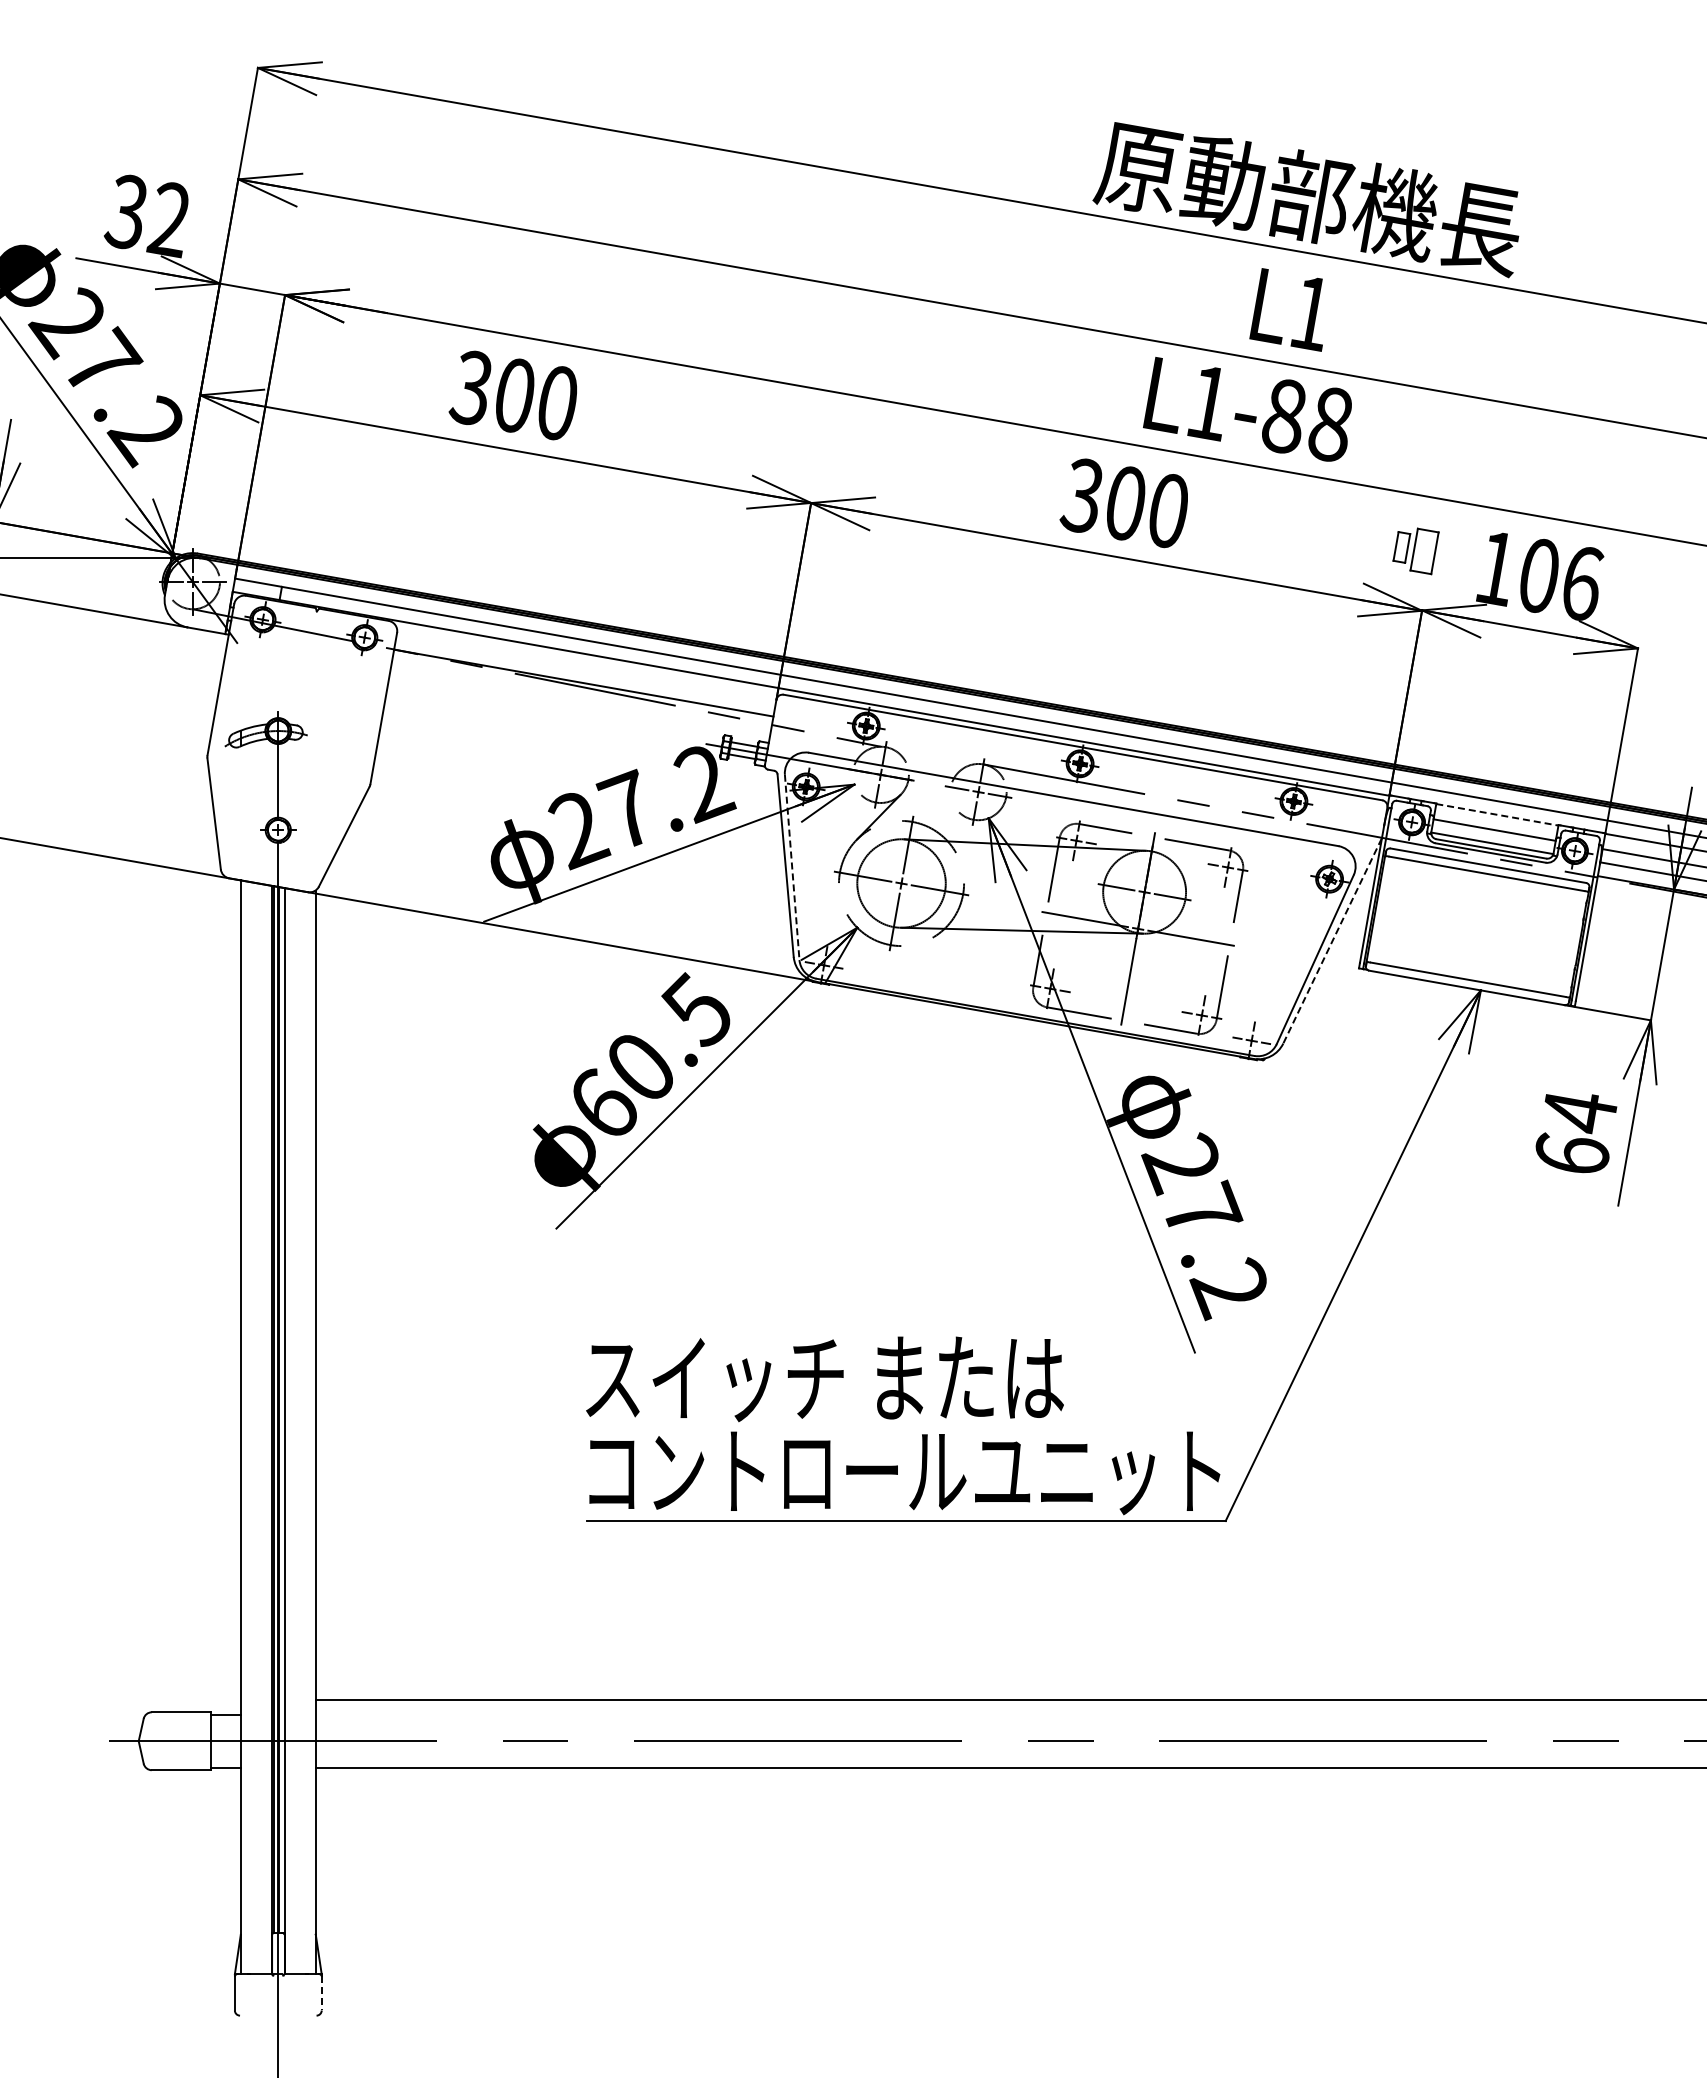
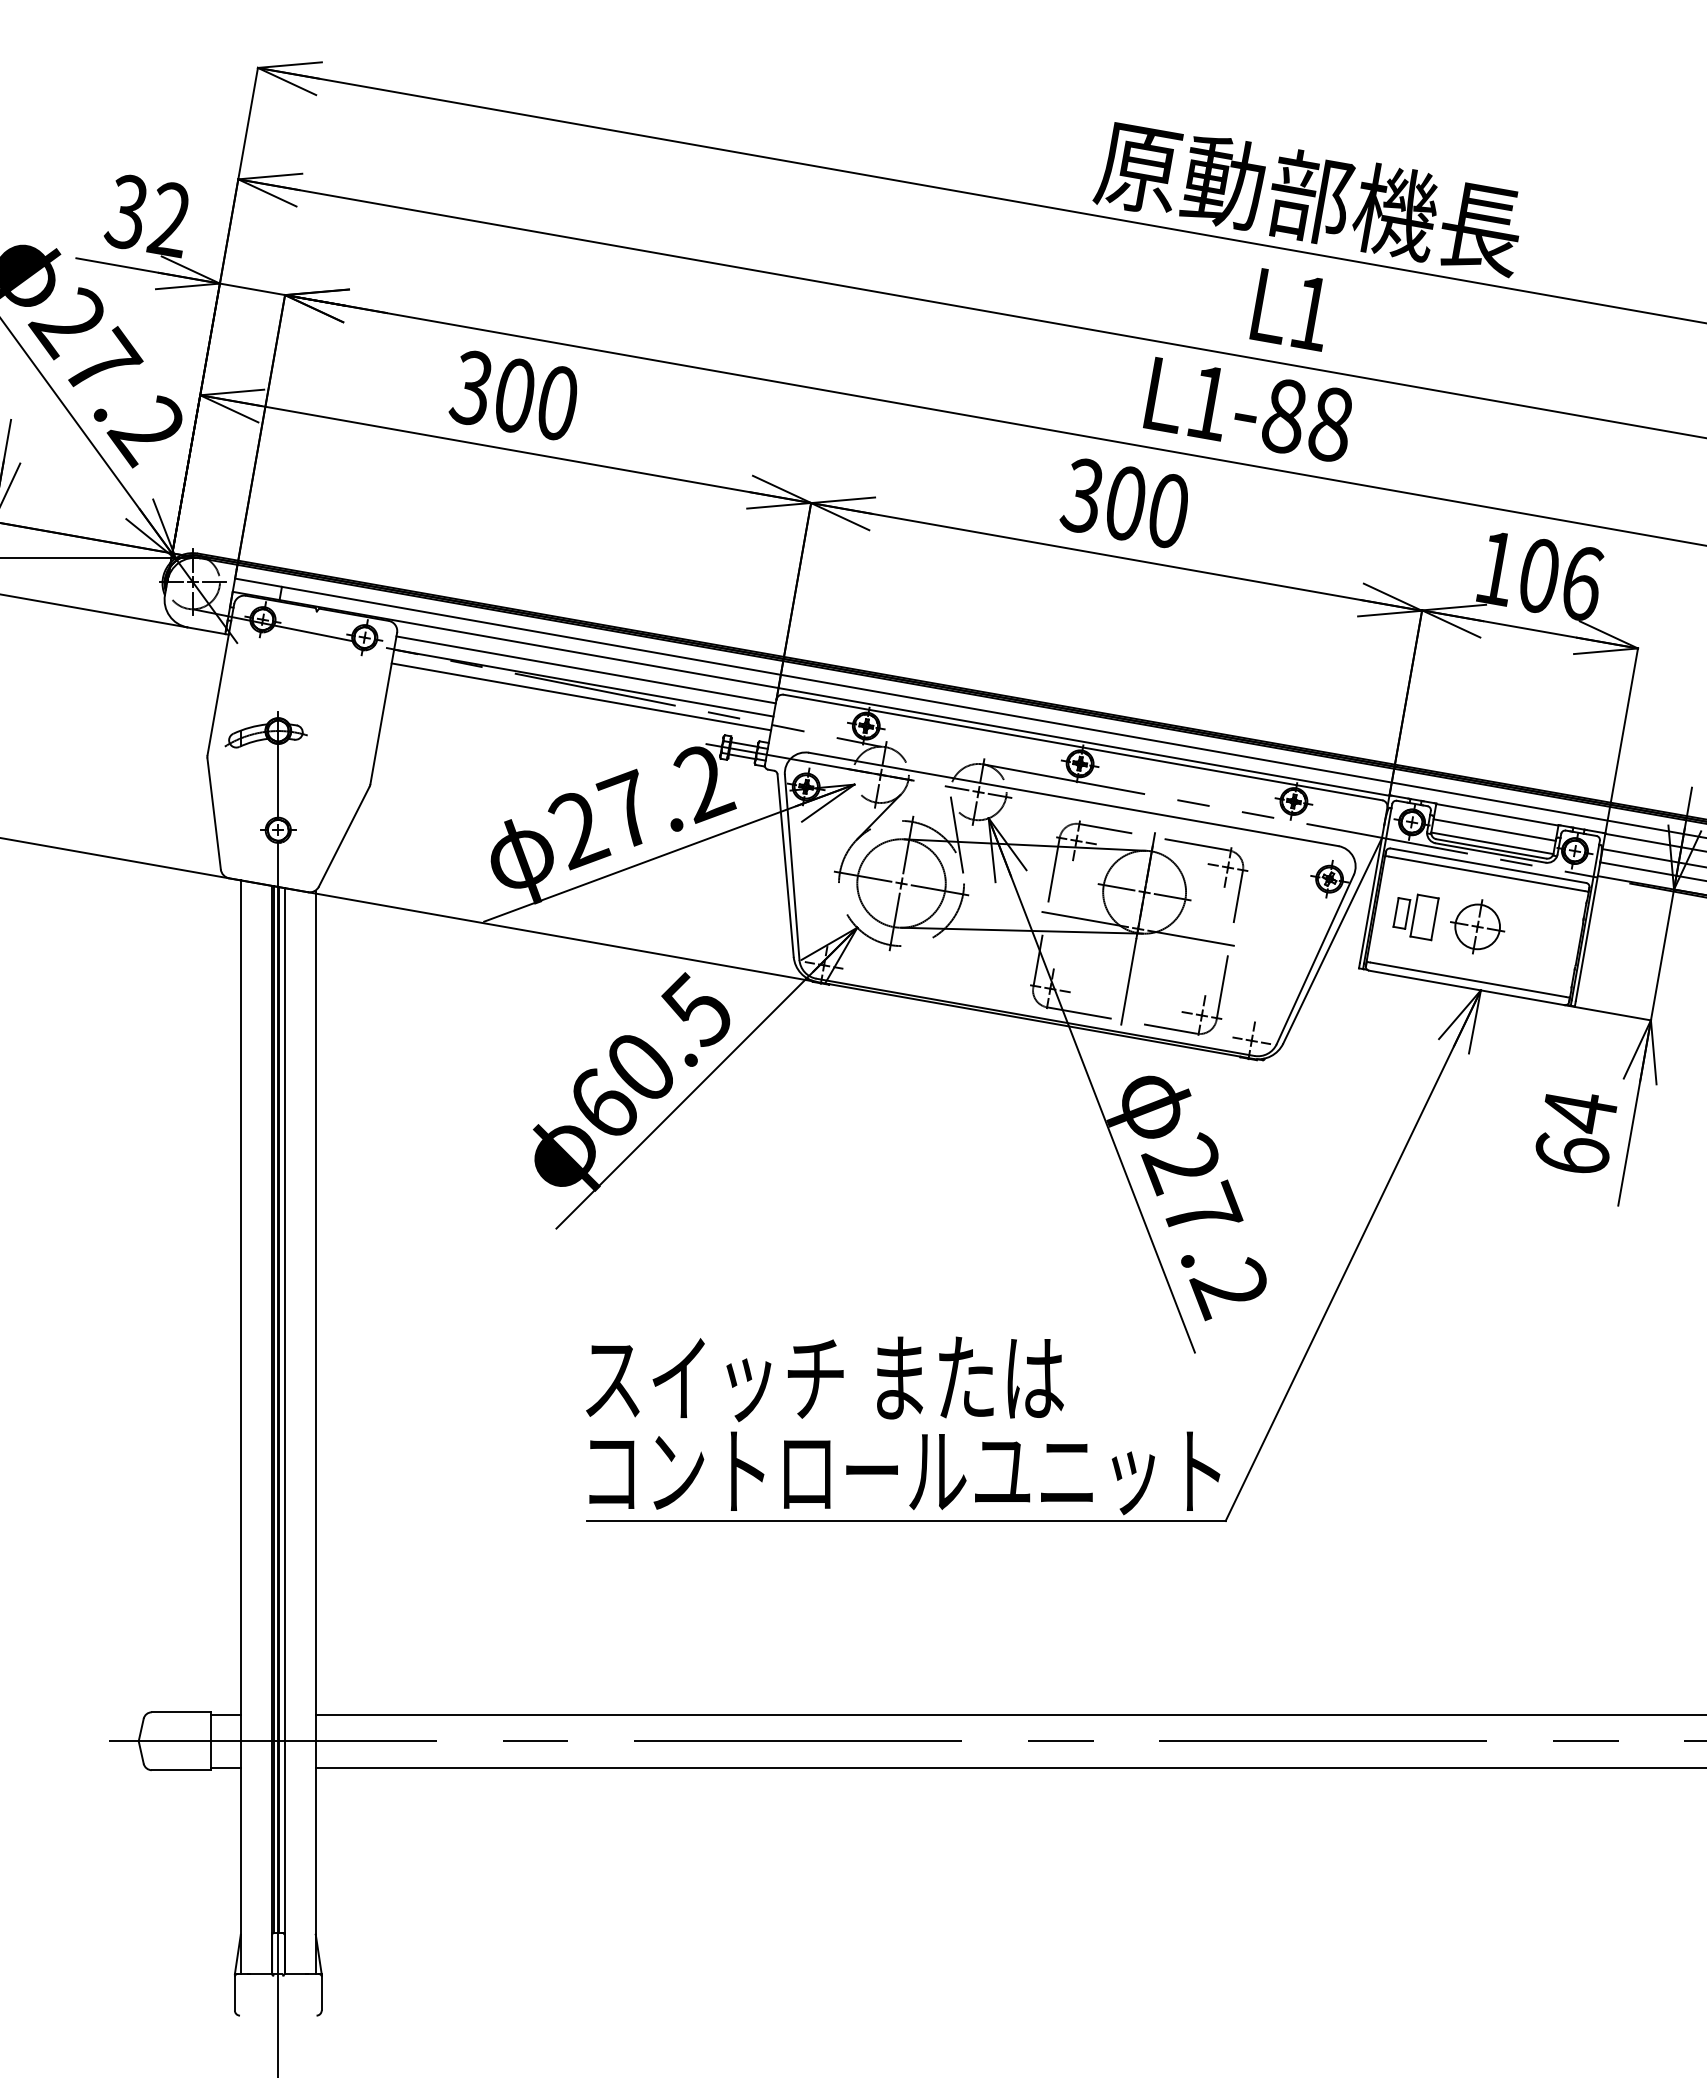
part at (1415, 551) position: (1415, 551) -> (1415, 917)
line at (585, 669): none -> present
line at (581, 696): none -> present
line at (1497, 814): dashed -> solid
line at (956, 834): none -> present
line at (792, 867): dashed -> solid
part at (1477, 926): none -> present
line at (1332, 941): dashed -> solid
line at (1009, 1699) position: (1009, 1699) -> (1009, 1714)
line at (321, 1993): dashed -> solid
